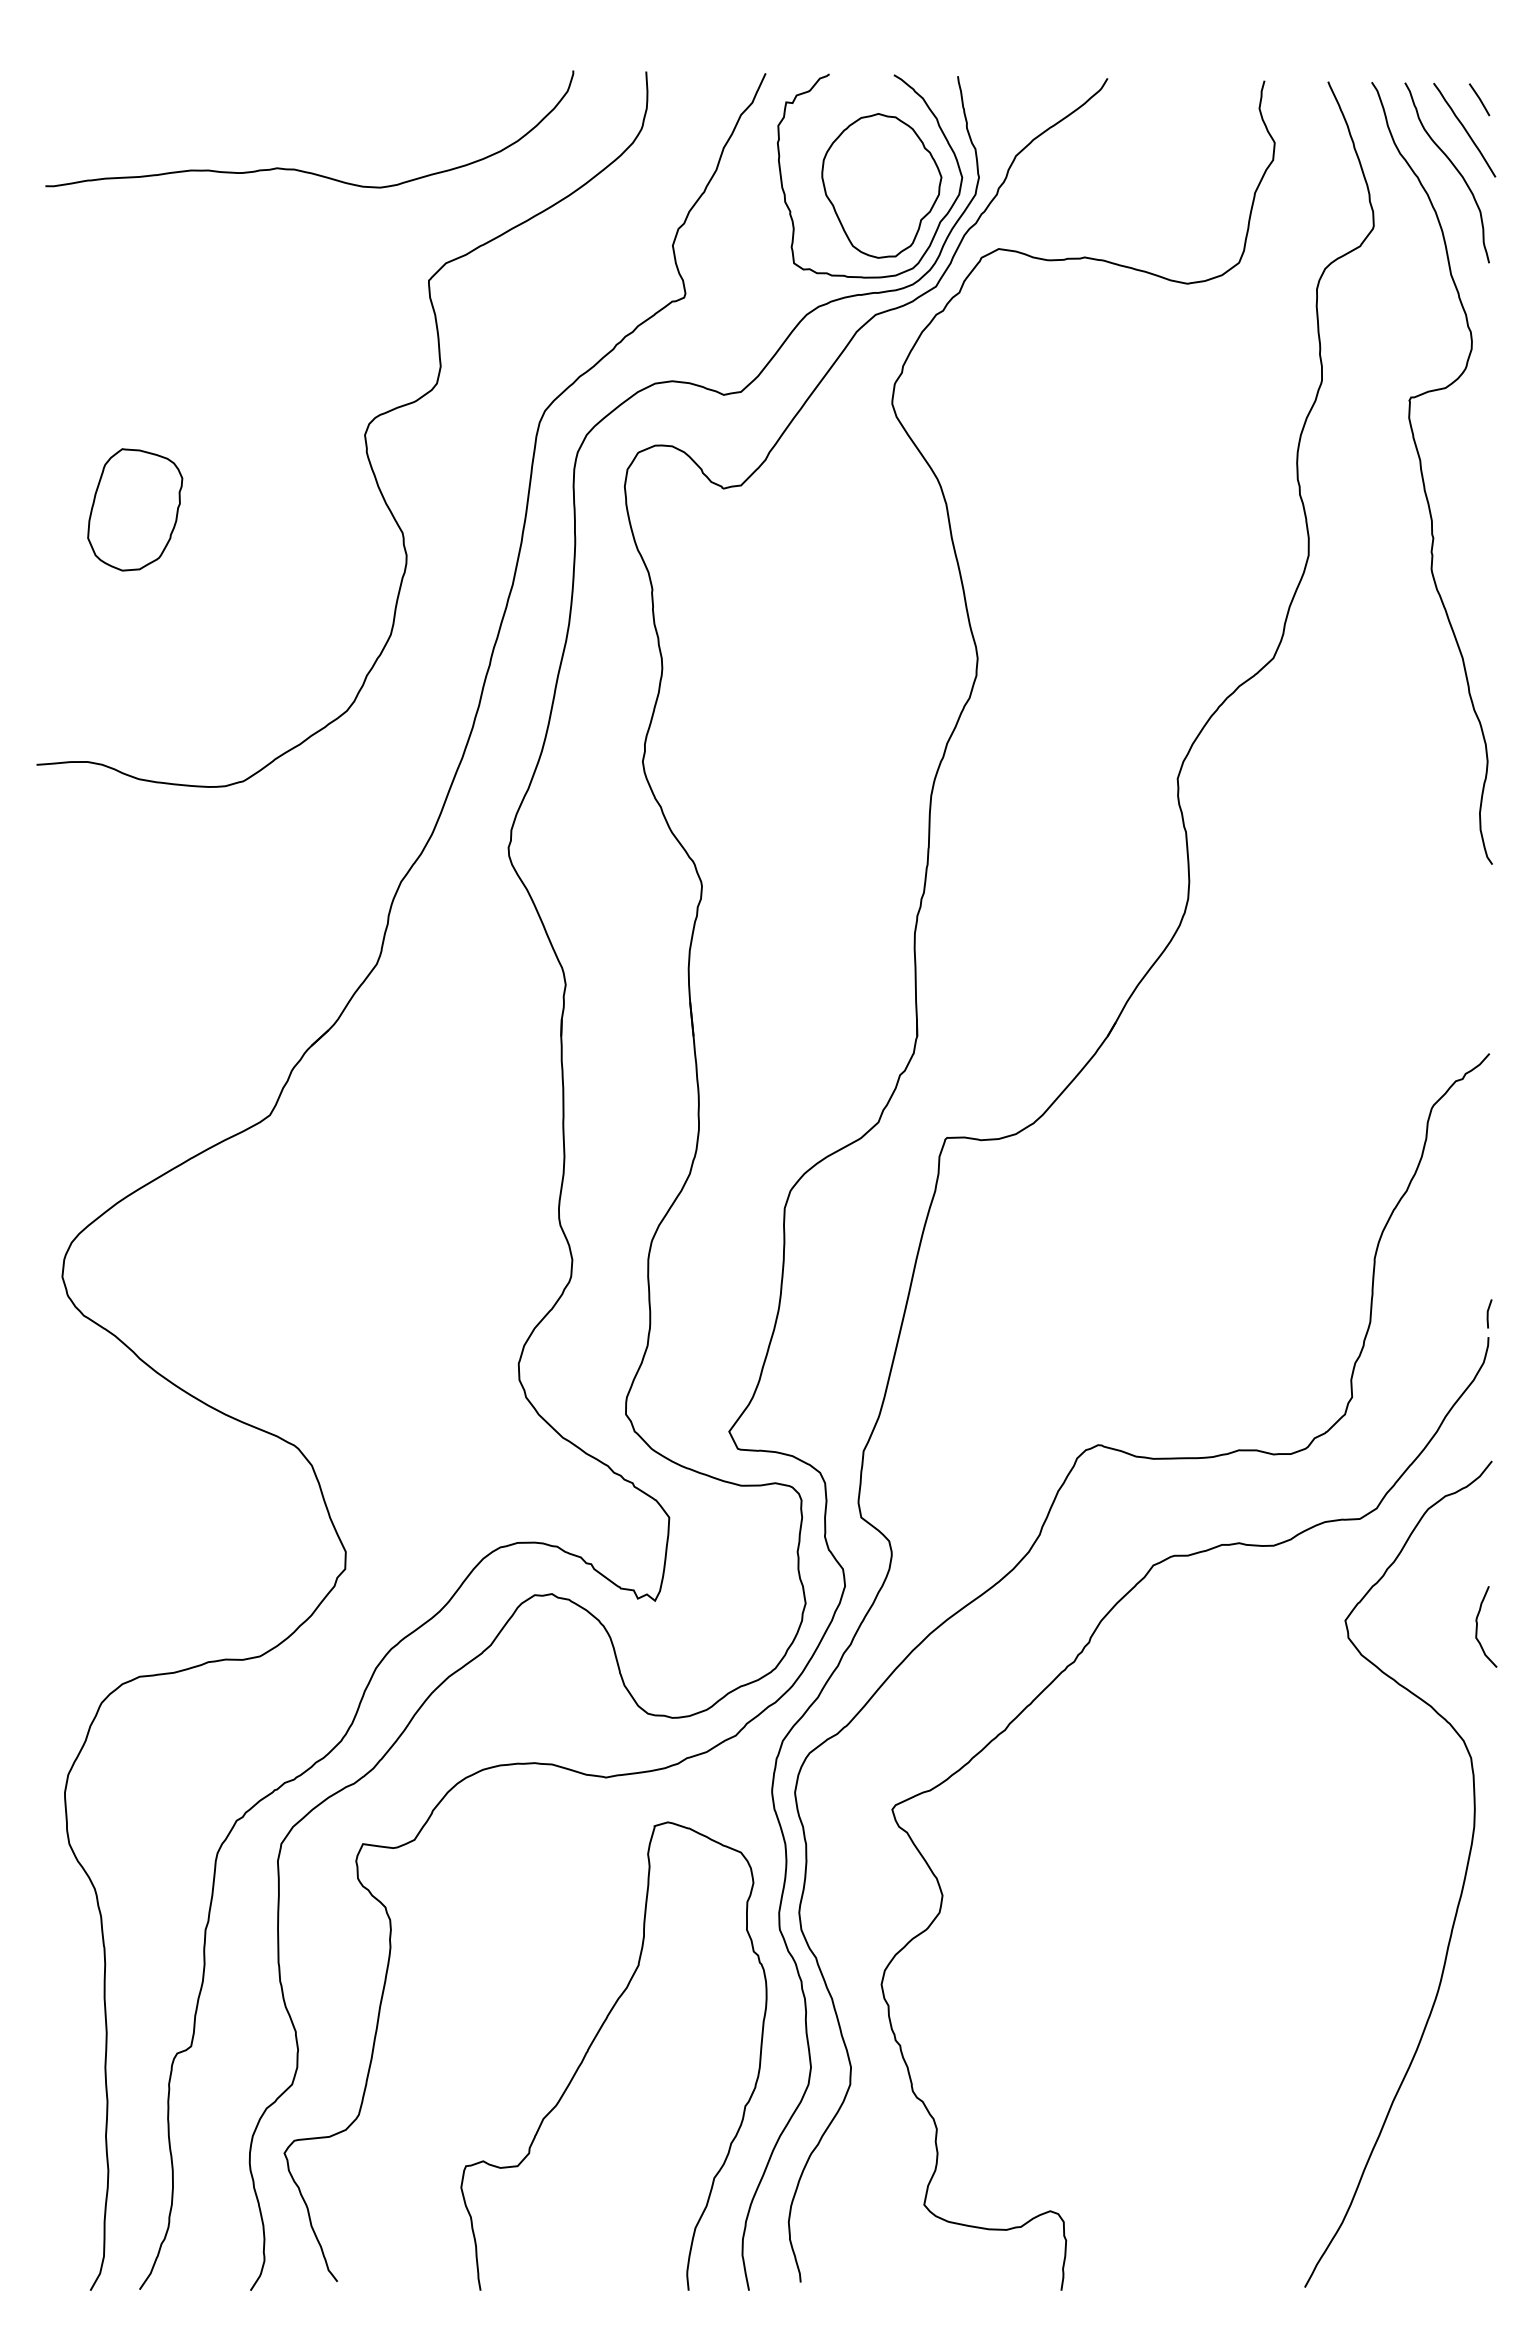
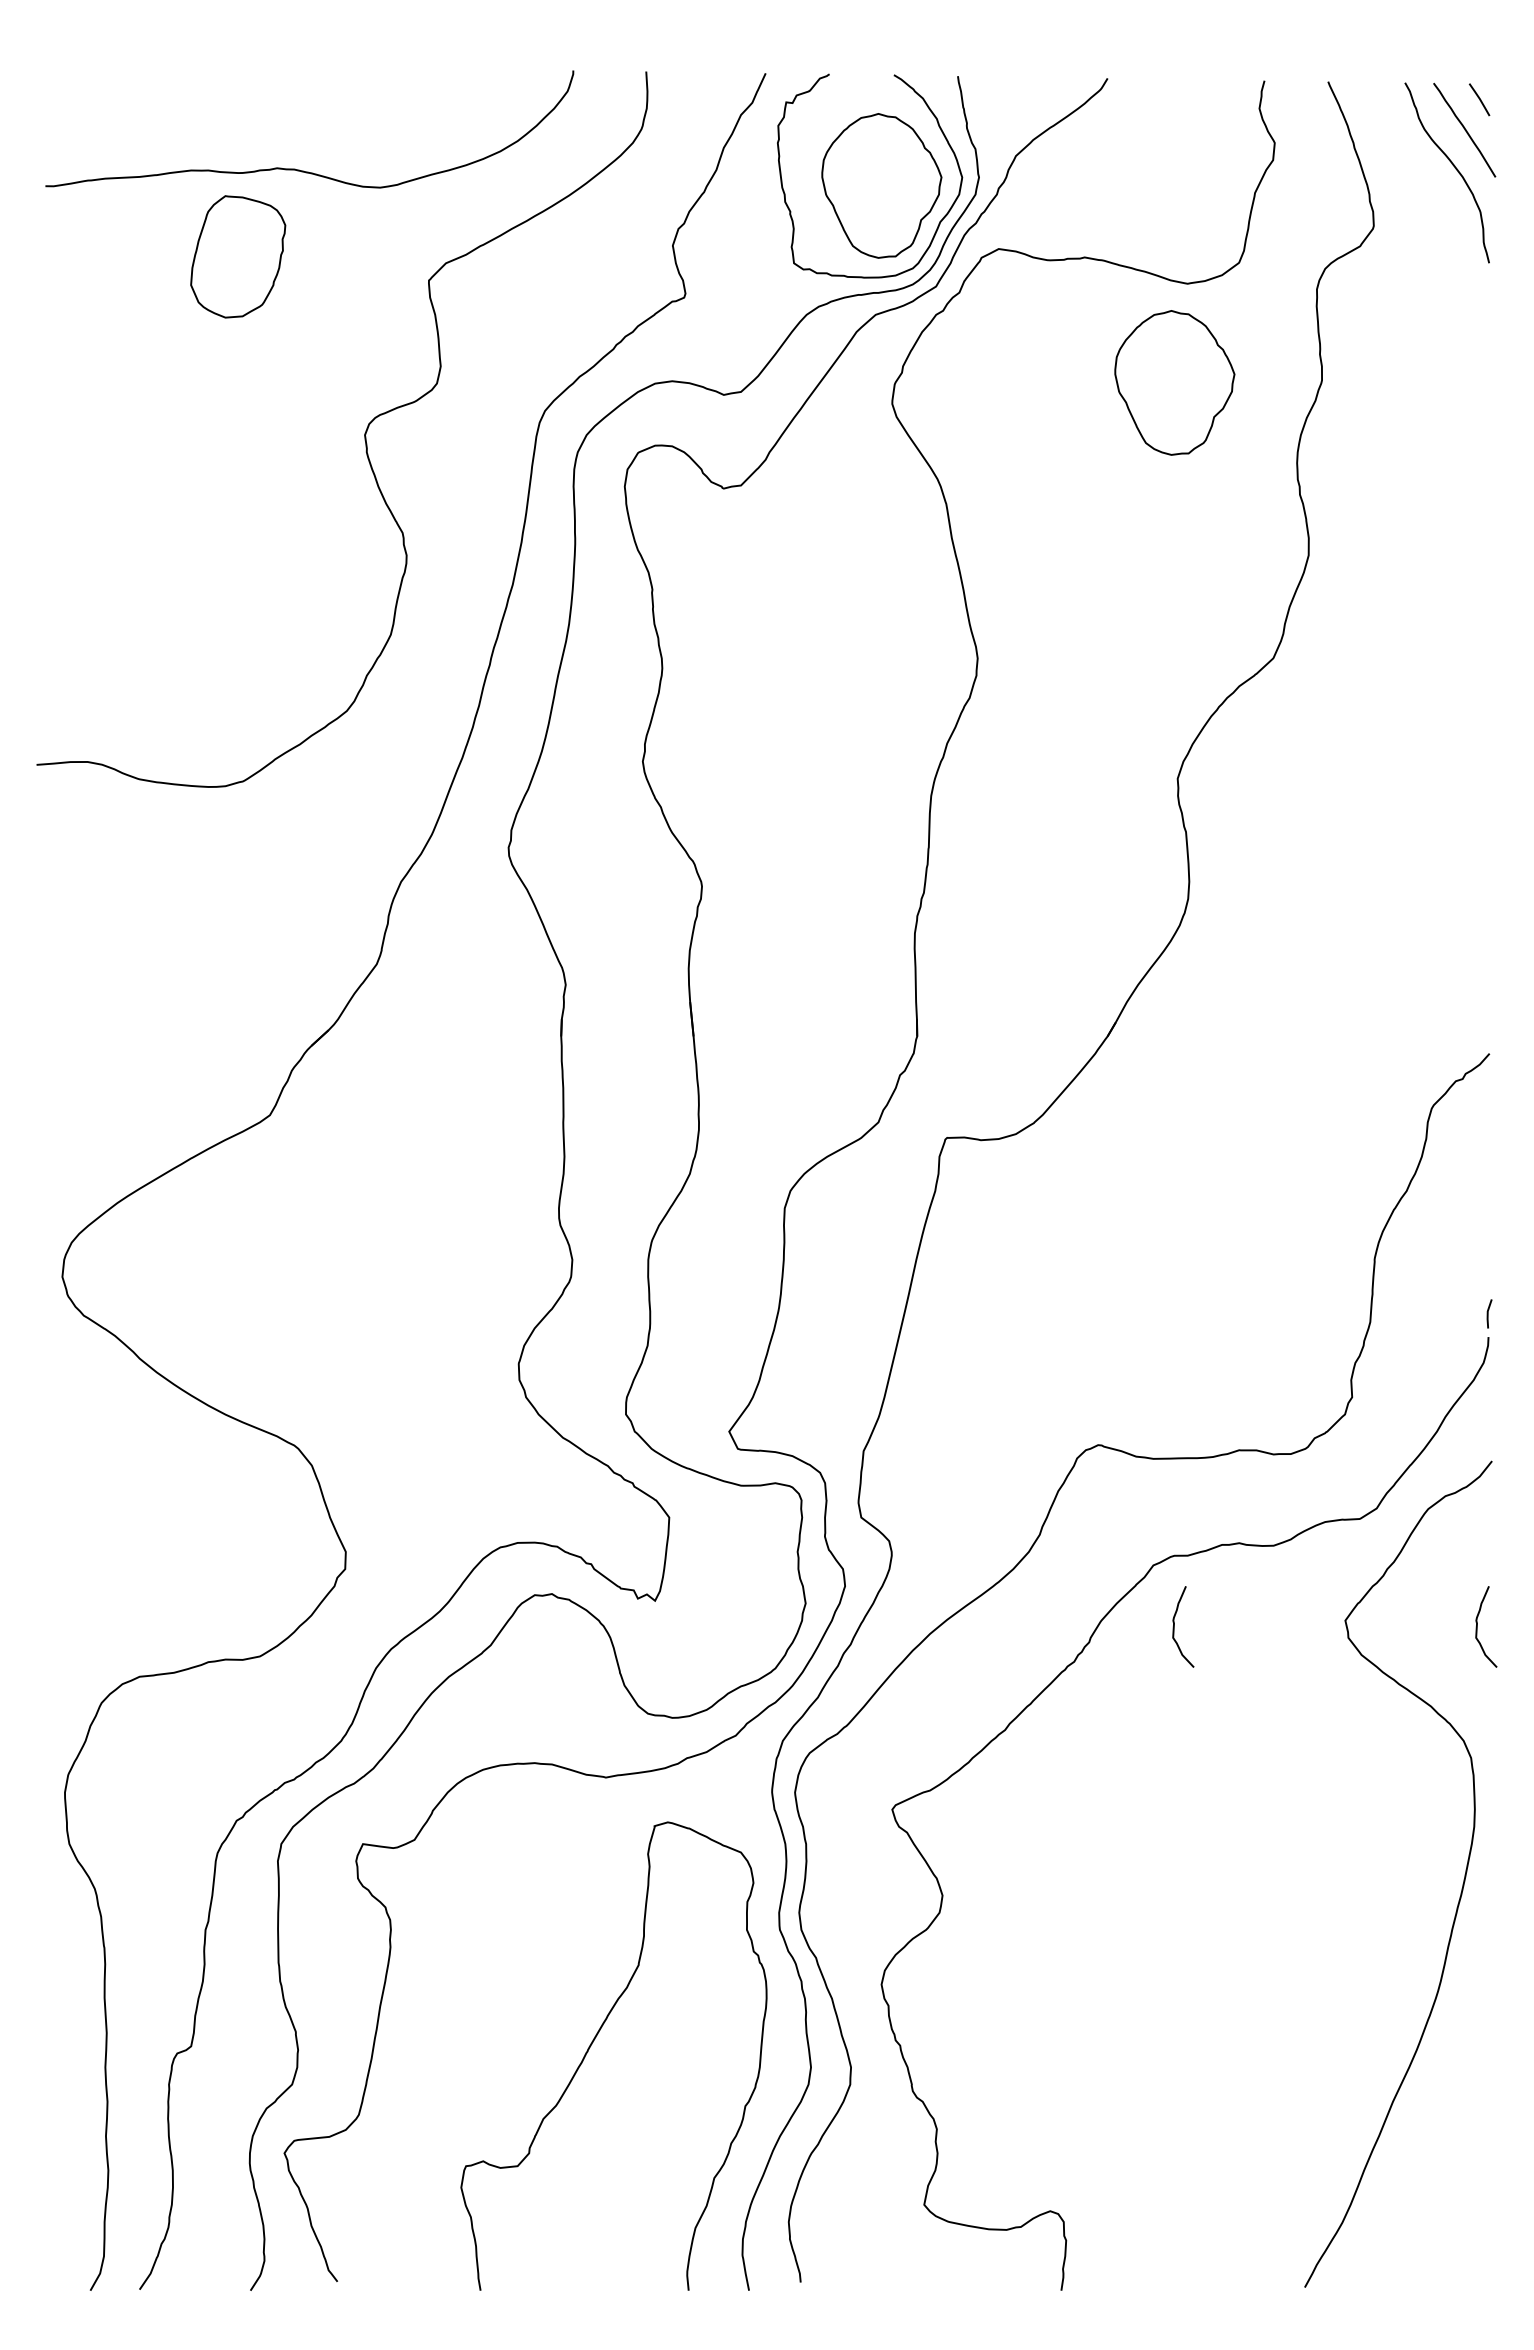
part at (1174, 382): none -> present
curve at (1423, 475): present -> none
part at (135, 509) position: (135, 509) -> (238, 256)
curve at (1174, 1626): none -> present
